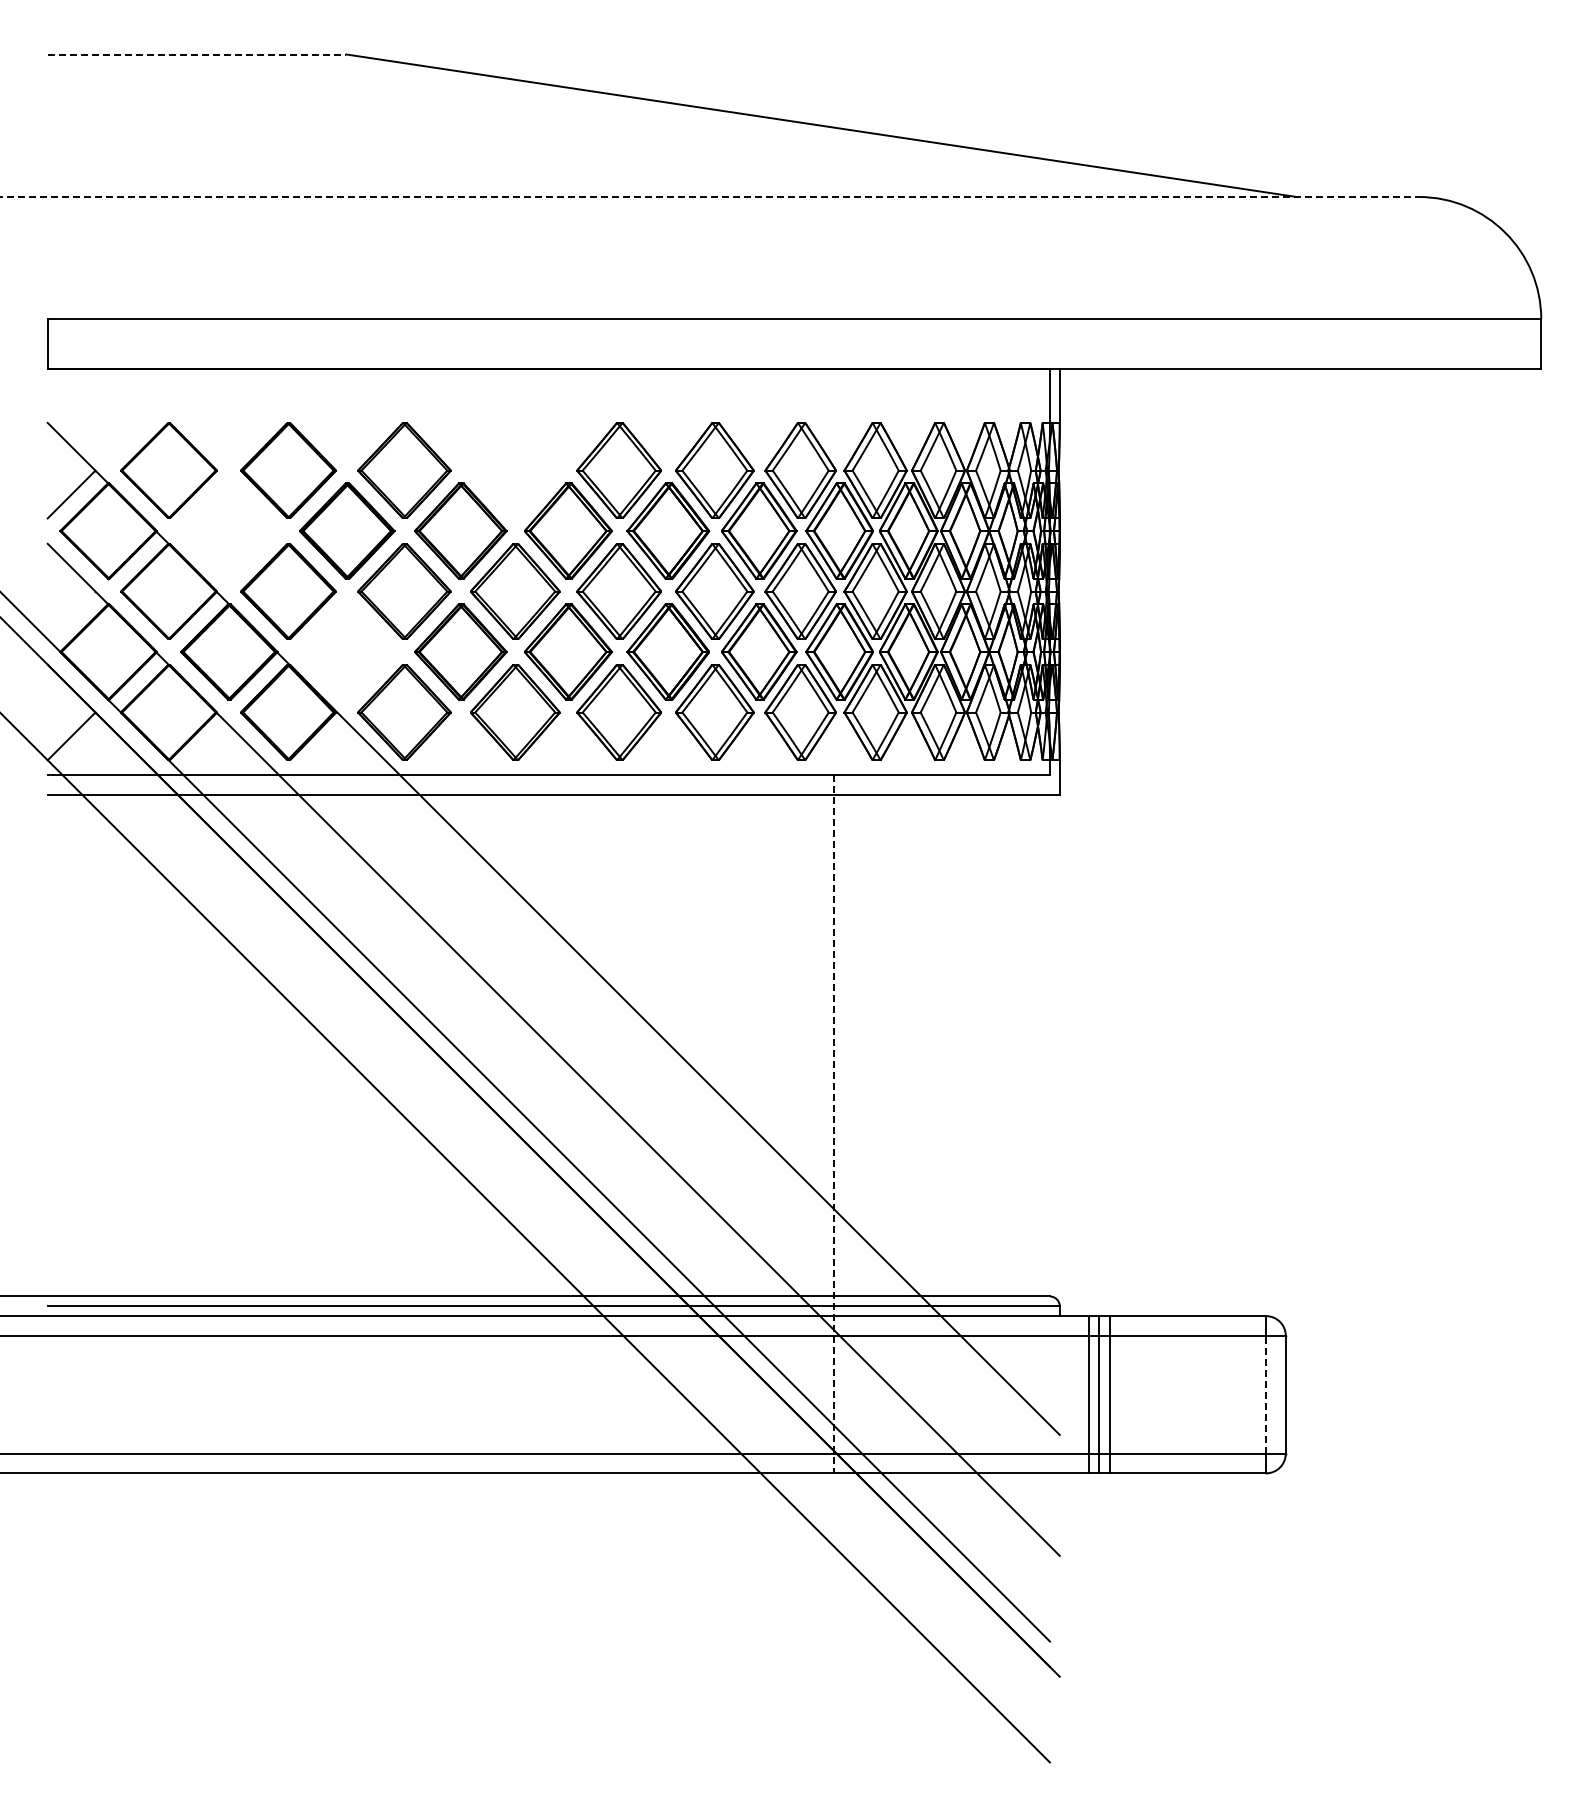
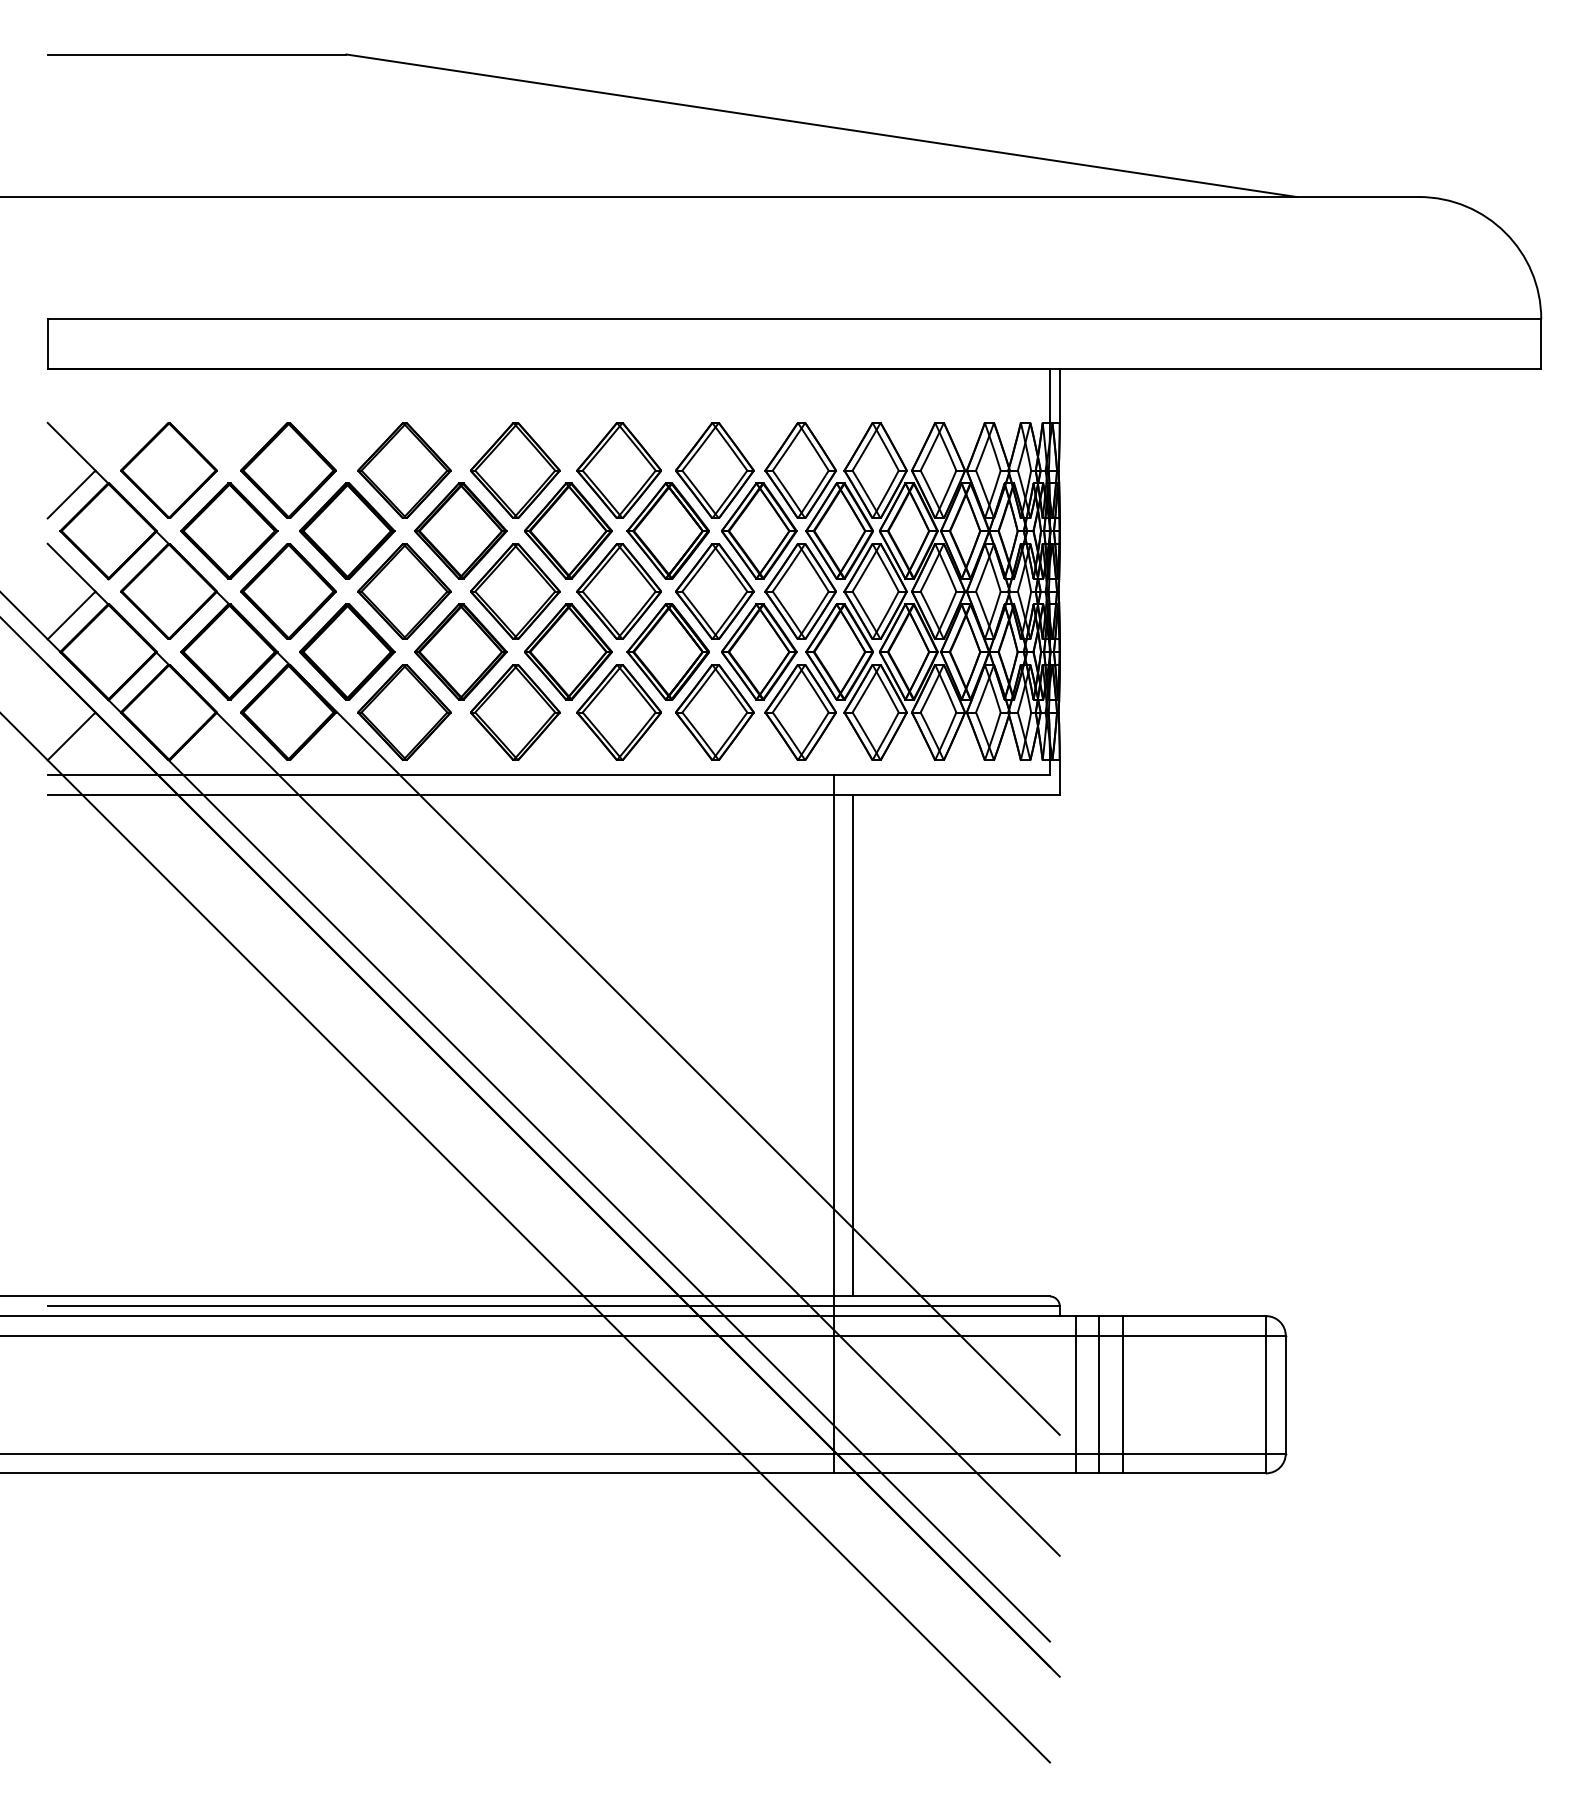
line at (197, 54): dashed -> solid
line at (710, 197): dashed -> solid
part at (515, 470): none -> present
part at (229, 530): none -> present
line at (71, 615): none -> present
part at (347, 651): none -> present
line at (853, 1045): none -> present
line at (833, 1124): dashed -> solid
line at (1088, 1394) position: (1088, 1394) -> (1075, 1394)
line at (1109, 1394) position: (1109, 1394) -> (1122, 1394)
line at (1266, 1394): dashed -> solid
